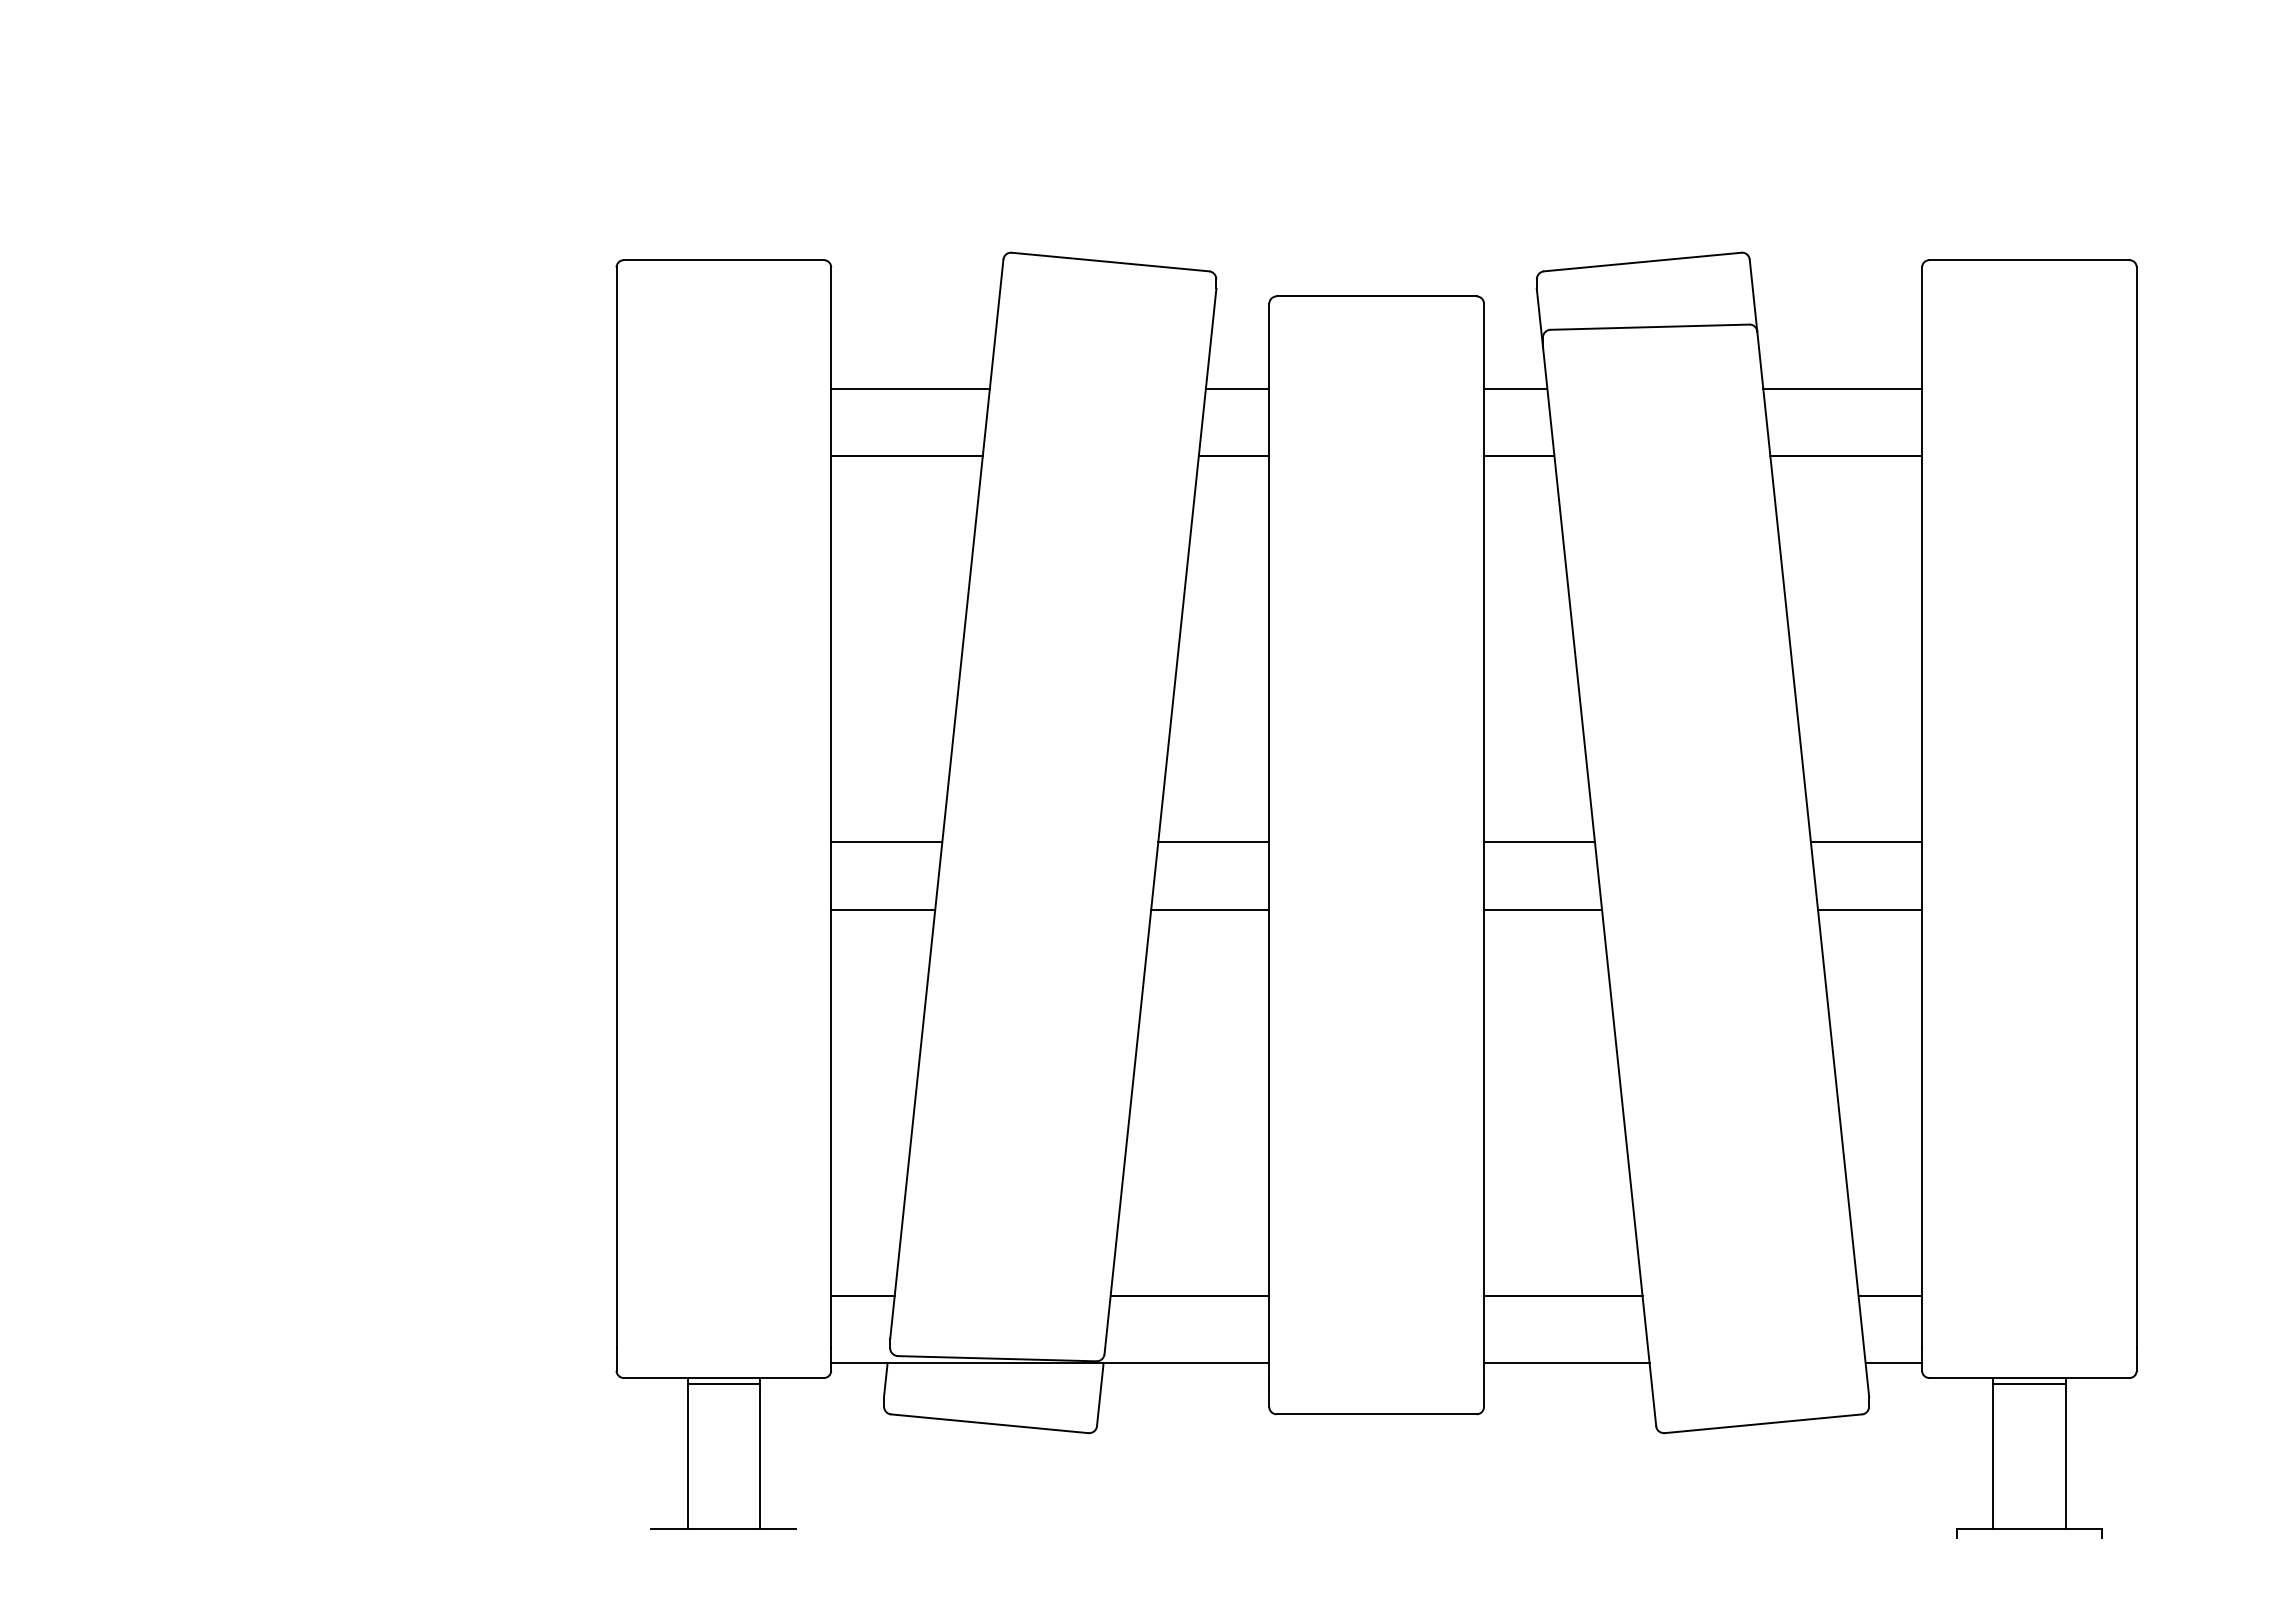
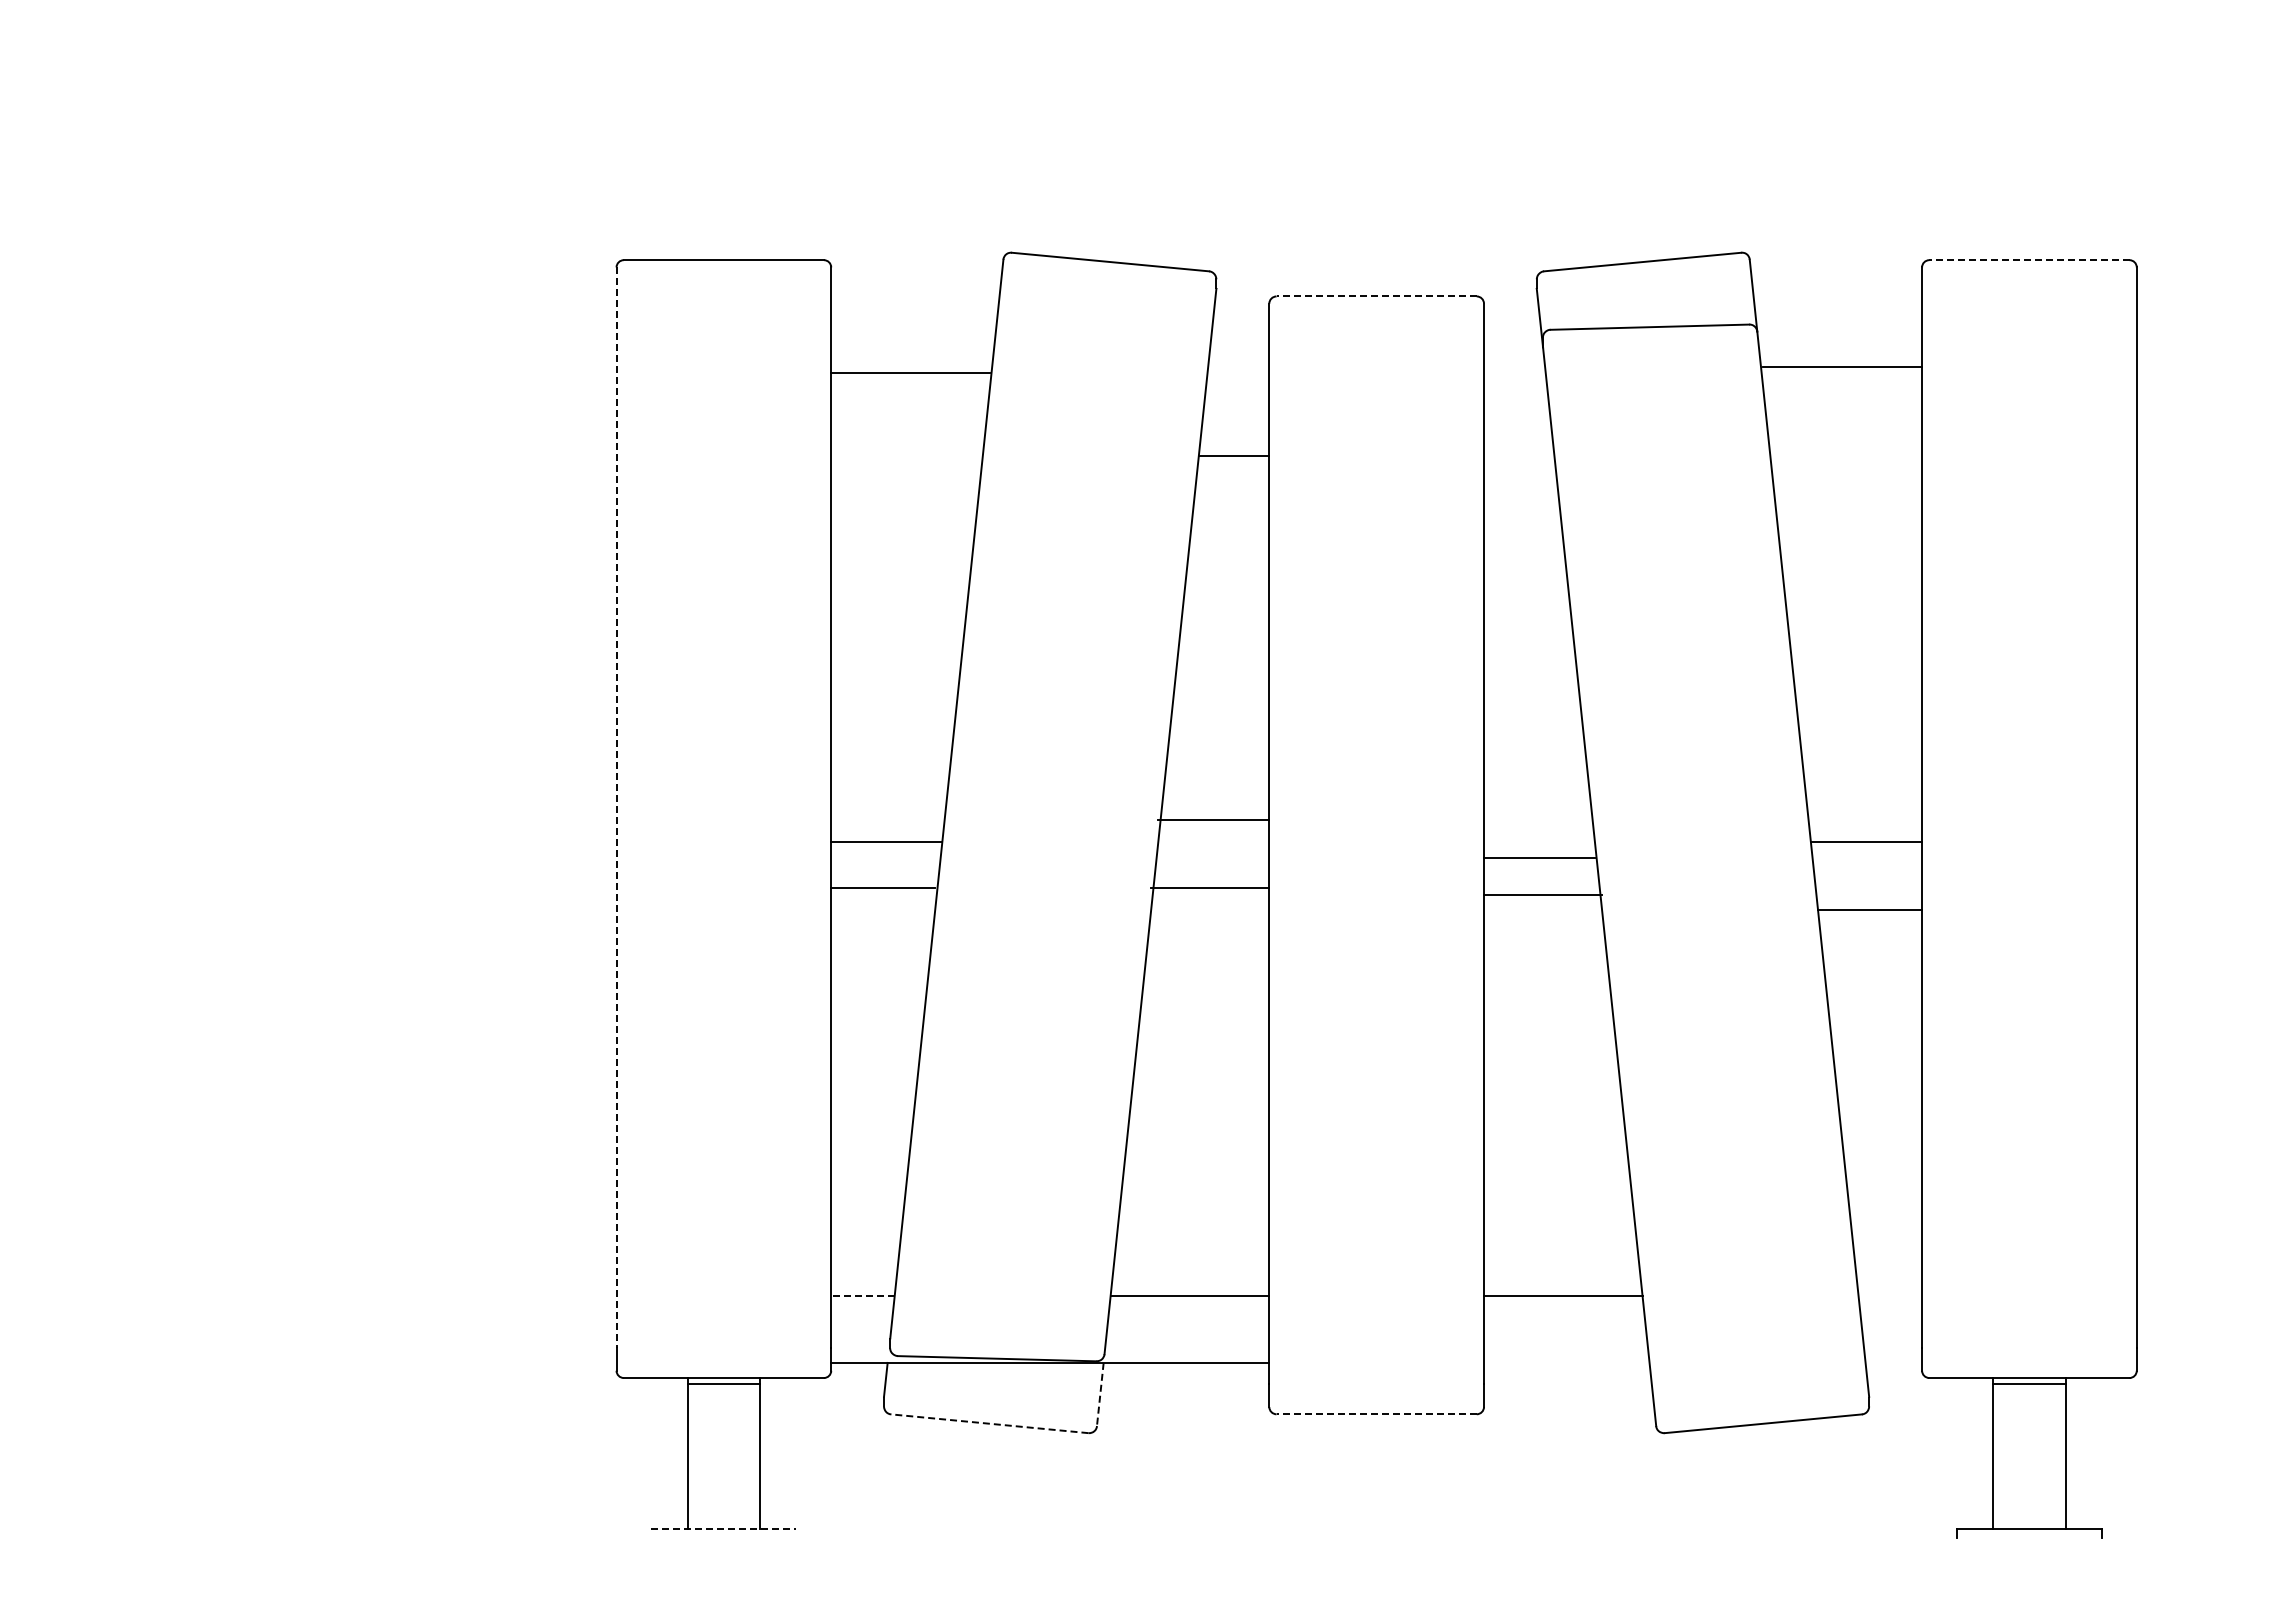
line at (2028, 260): solid -> dashed
line at (1376, 296): solid -> dashed
line at (910, 389) position: (910, 389) -> (910, 373)
line at (1237, 389): present -> none
line at (1515, 389): present -> none
line at (1842, 389) position: (1842, 389) -> (1842, 367)
line at (906, 456): present -> none
line at (1519, 456): present -> none
line at (1846, 456): present -> none
line at (616, 808): solid -> dashed
line at (1213, 842) position: (1213, 842) -> (1213, 820)
line at (1539, 842) position: (1539, 842) -> (1539, 858)
line at (883, 909) position: (883, 909) -> (883, 887)
line at (1210, 909) position: (1210, 909) -> (1210, 887)
line at (1542, 909) position: (1542, 909) -> (1542, 894)
line at (862, 1295): solid -> dashed
line at (1890, 1295): present -> none
line at (1566, 1362): present -> none
line at (1893, 1362): present -> none
line at (1100, 1394): solid -> dashed
line at (1376, 1414): solid -> dashed
line at (989, 1423): solid -> dashed
line at (723, 1529): solid -> dashed
